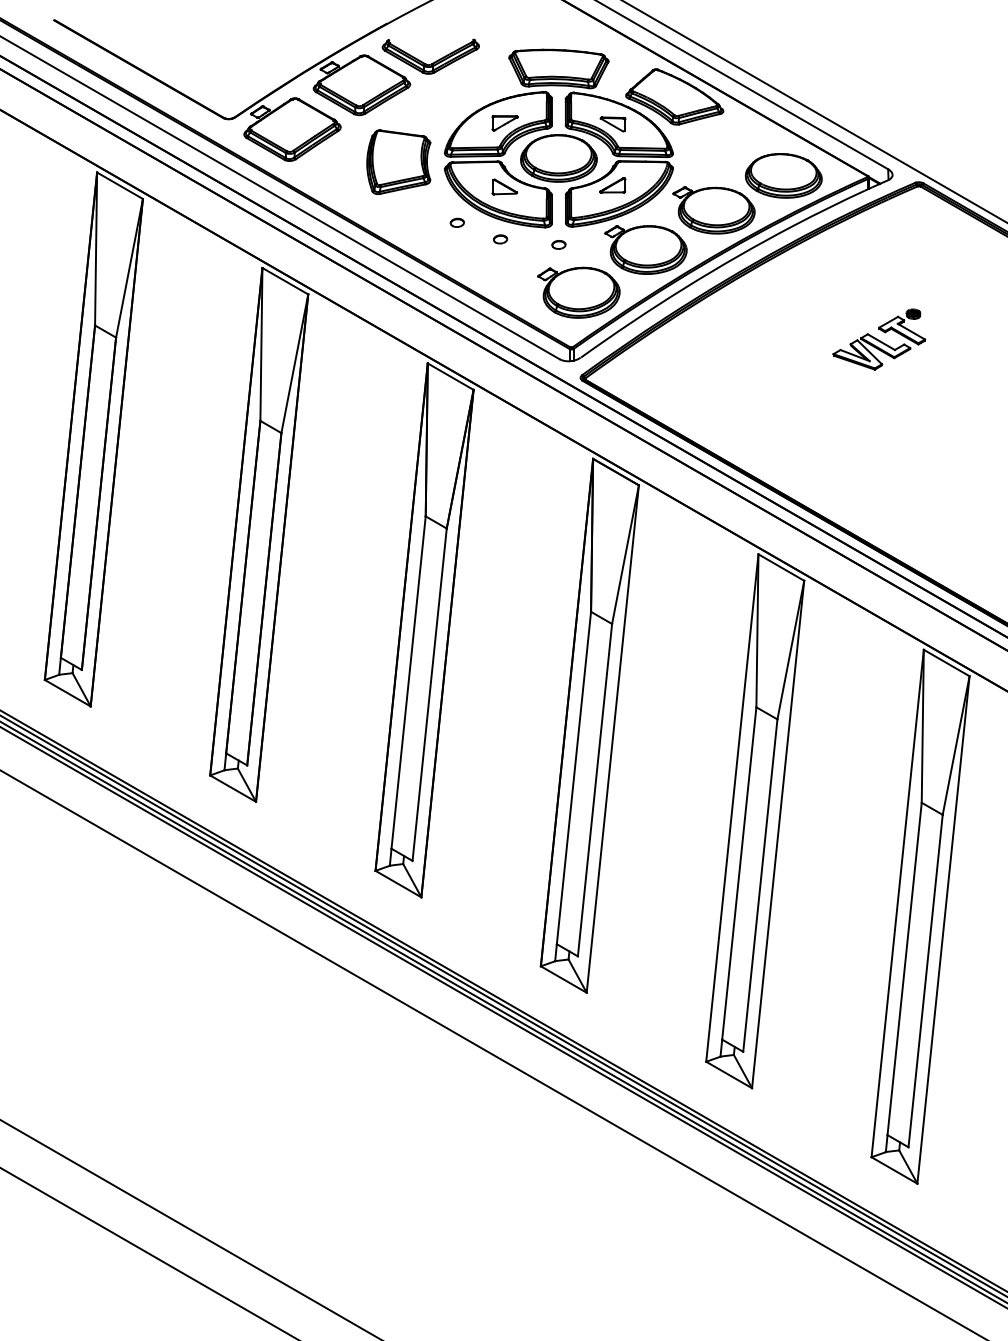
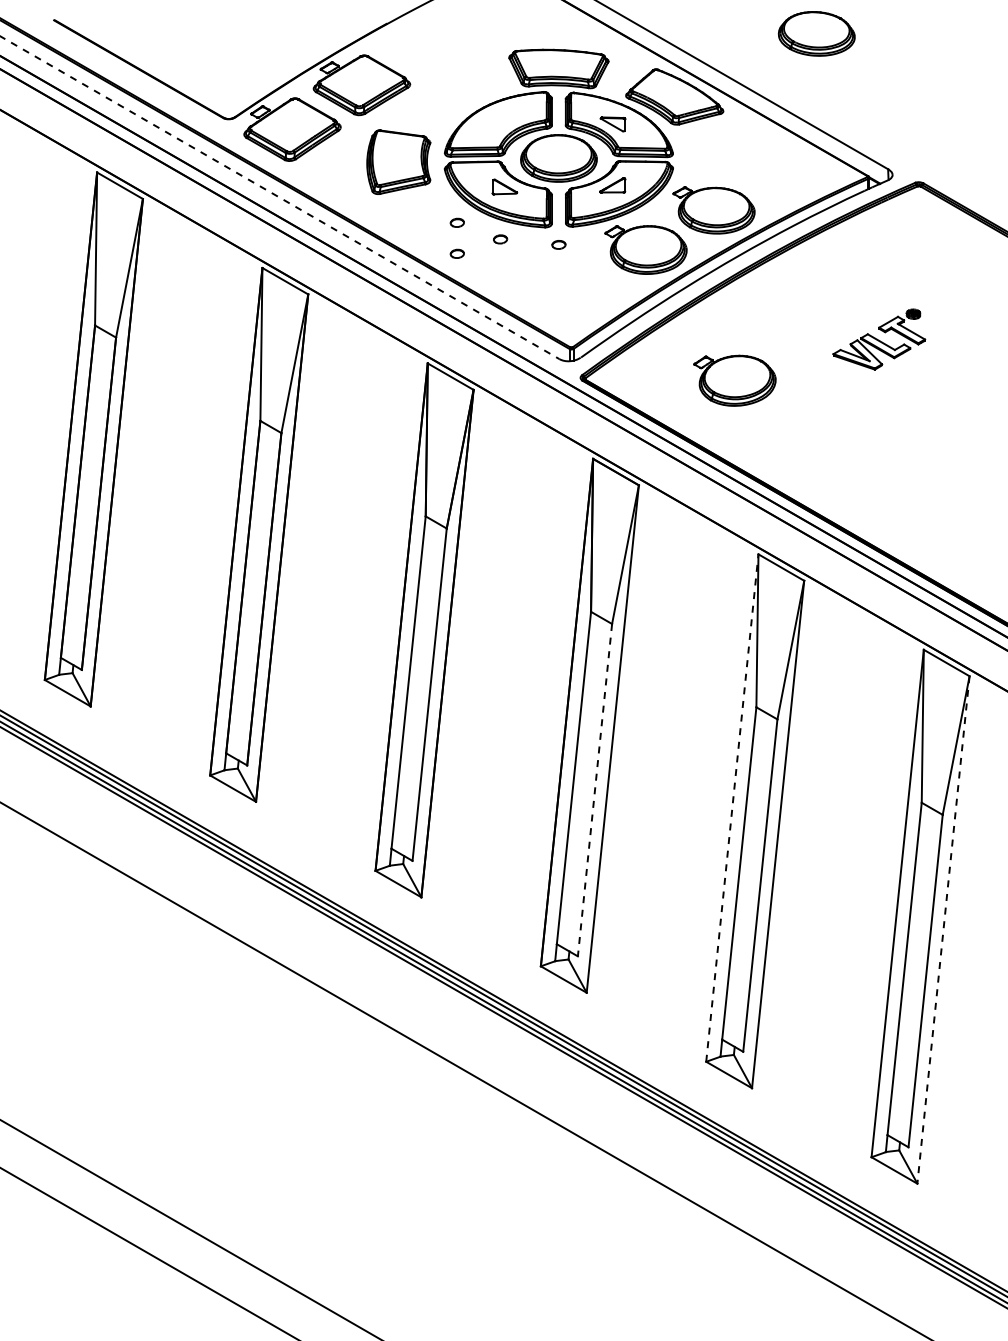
part at (432, 62): present -> none
line at (814, 111): present -> none
part at (504, 123): present -> none
part at (783, 175) position: (783, 175) -> (816, 33)
line at (279, 197): solid -> dashed
part at (456, 253): none -> present
part at (578, 292) position: (578, 292) -> (734, 380)
line at (594, 790): solid -> dashed
line at (732, 807): solid -> dashed
line at (943, 930): solid -> dashed
line at (492, 1054) position: (492, 1054) -> (464, 1070)
